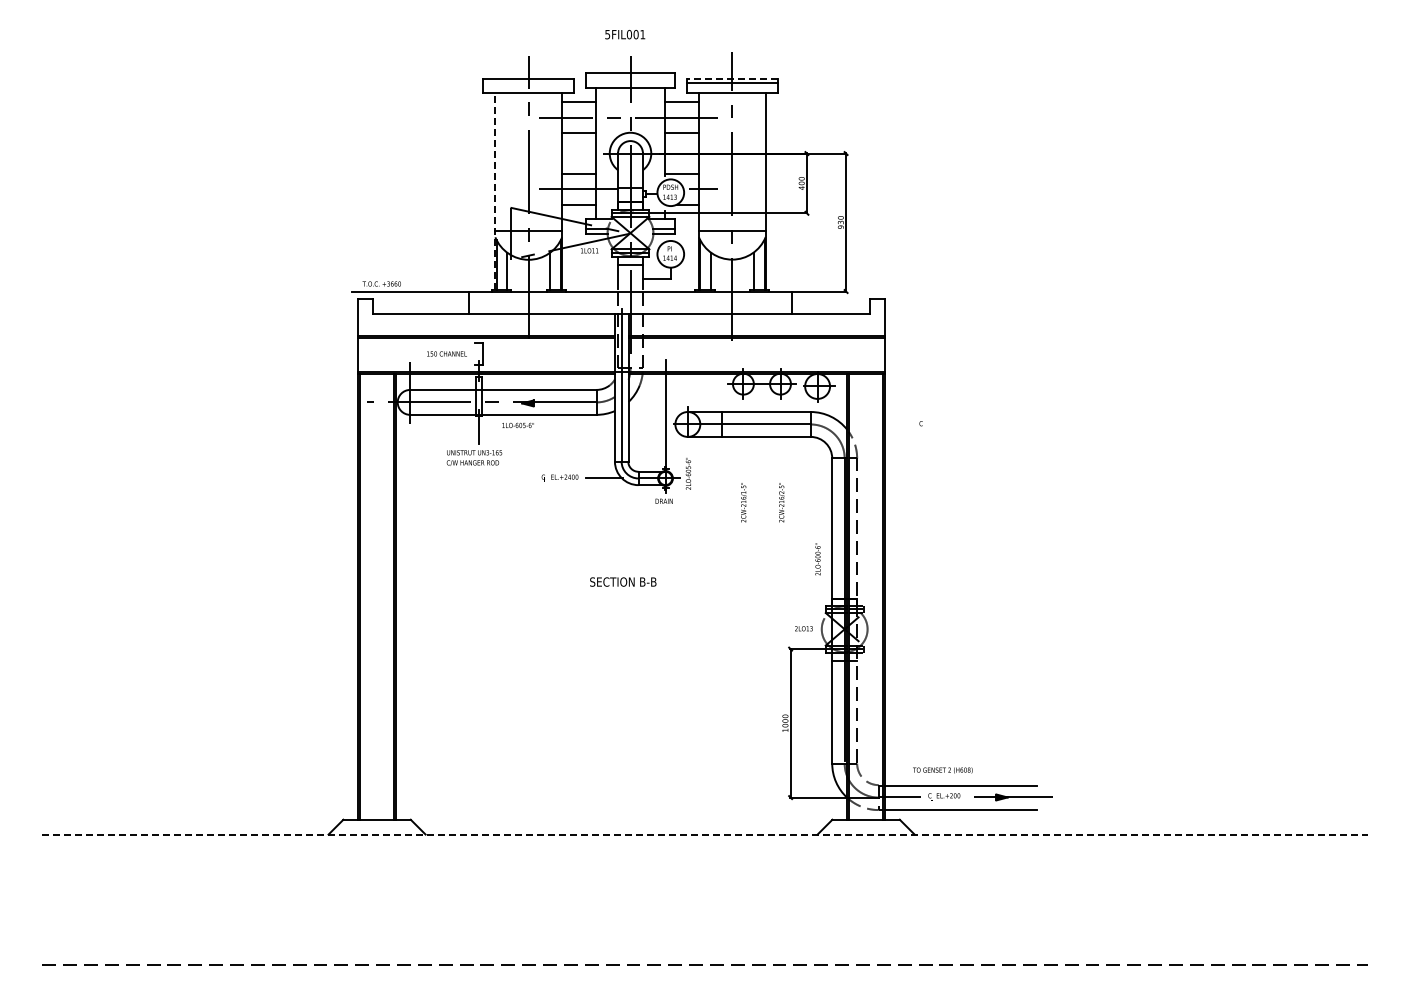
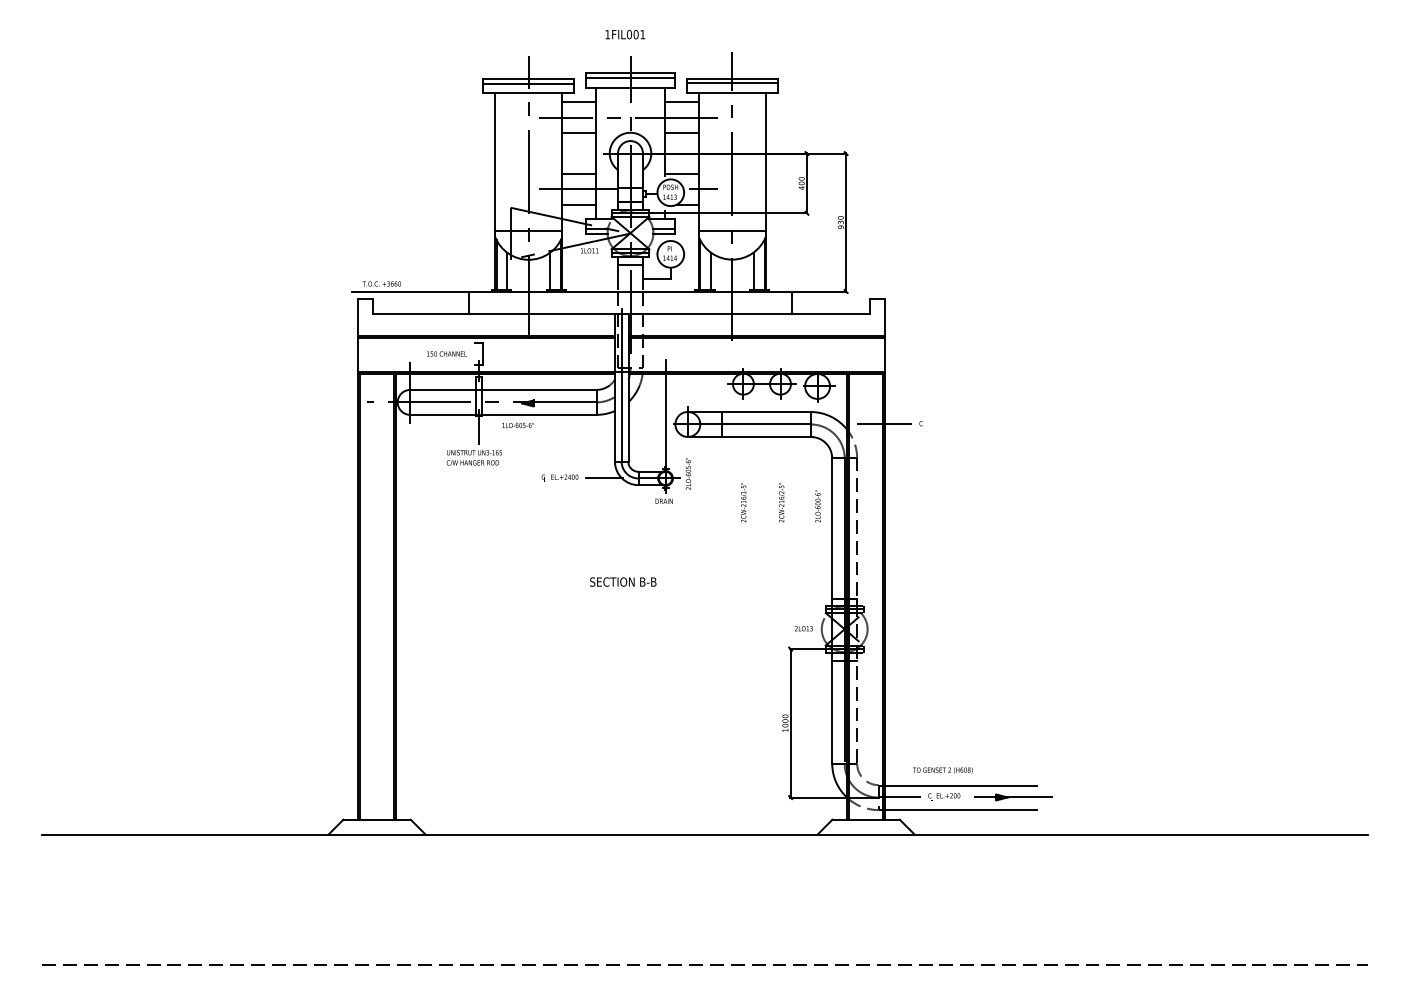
text at (607, 34): 5FIL001 -> 1FIL001
line at (630, 78): none -> present
line at (731, 78): dashed -> solid
line at (528, 83): none -> present
line at (495, 191): dashed -> solid
line at (883, 424): none -> present
text at (817, 559) position: (817, 559) -> (817, 506)
line at (704, 834): dashed -> solid
